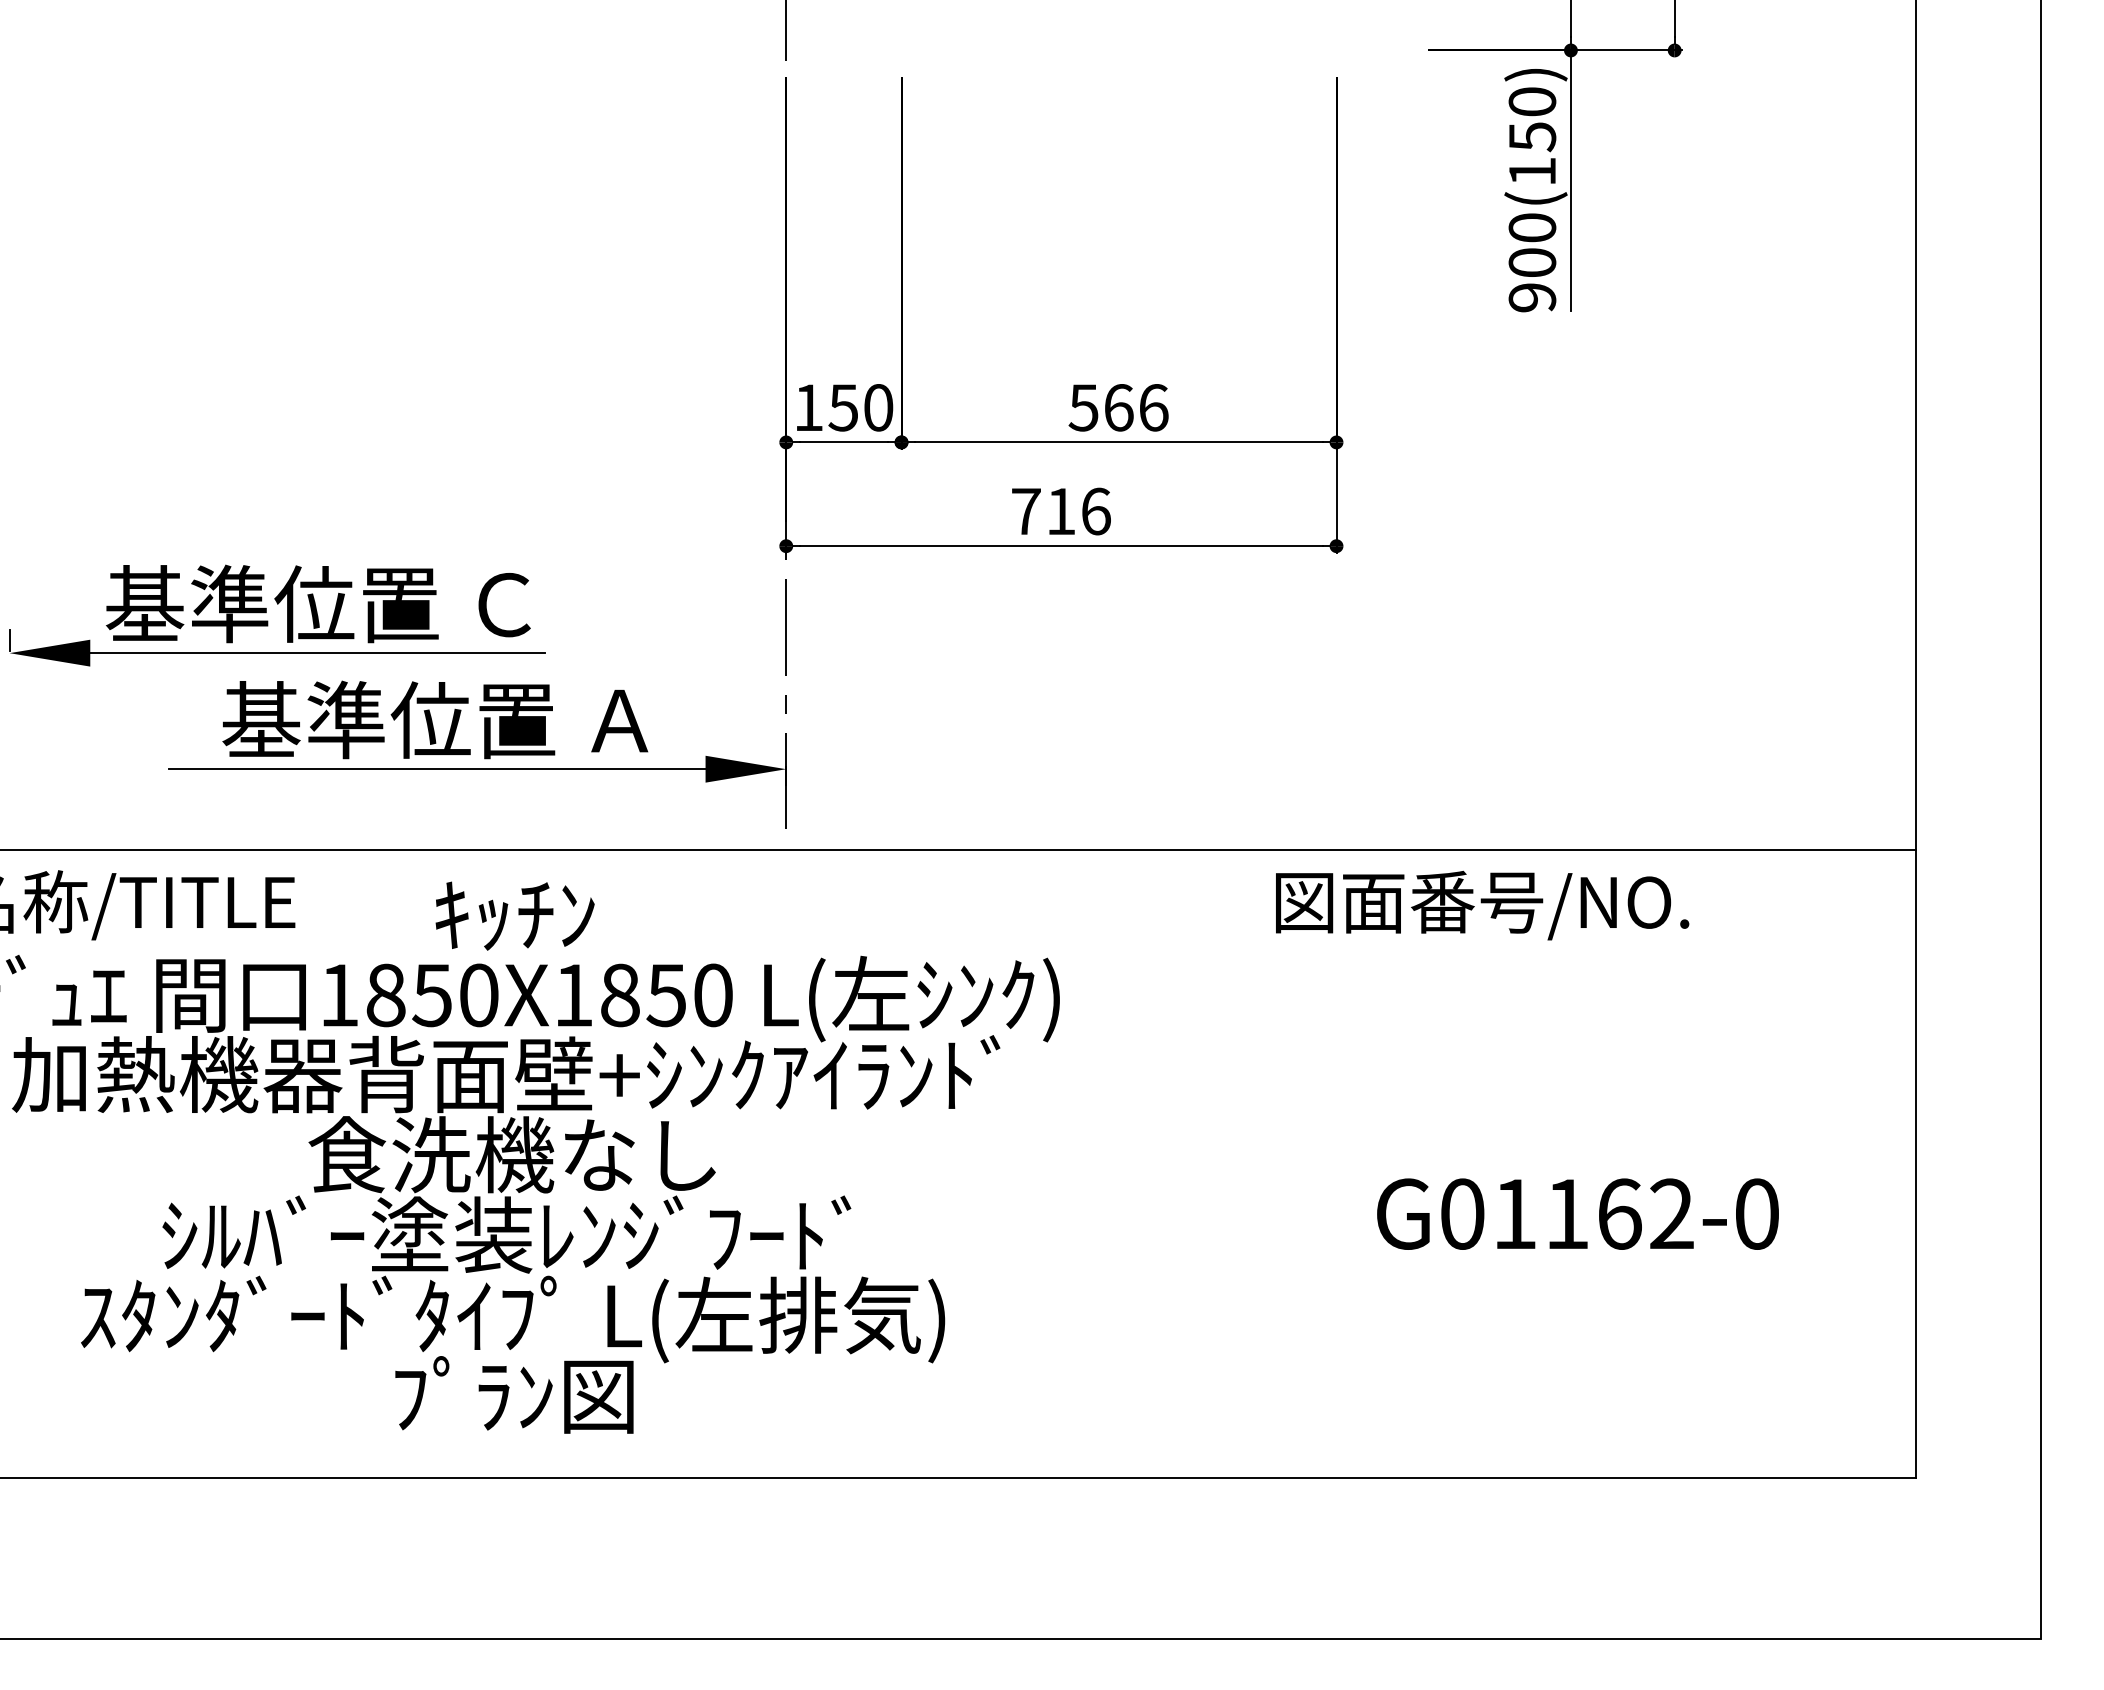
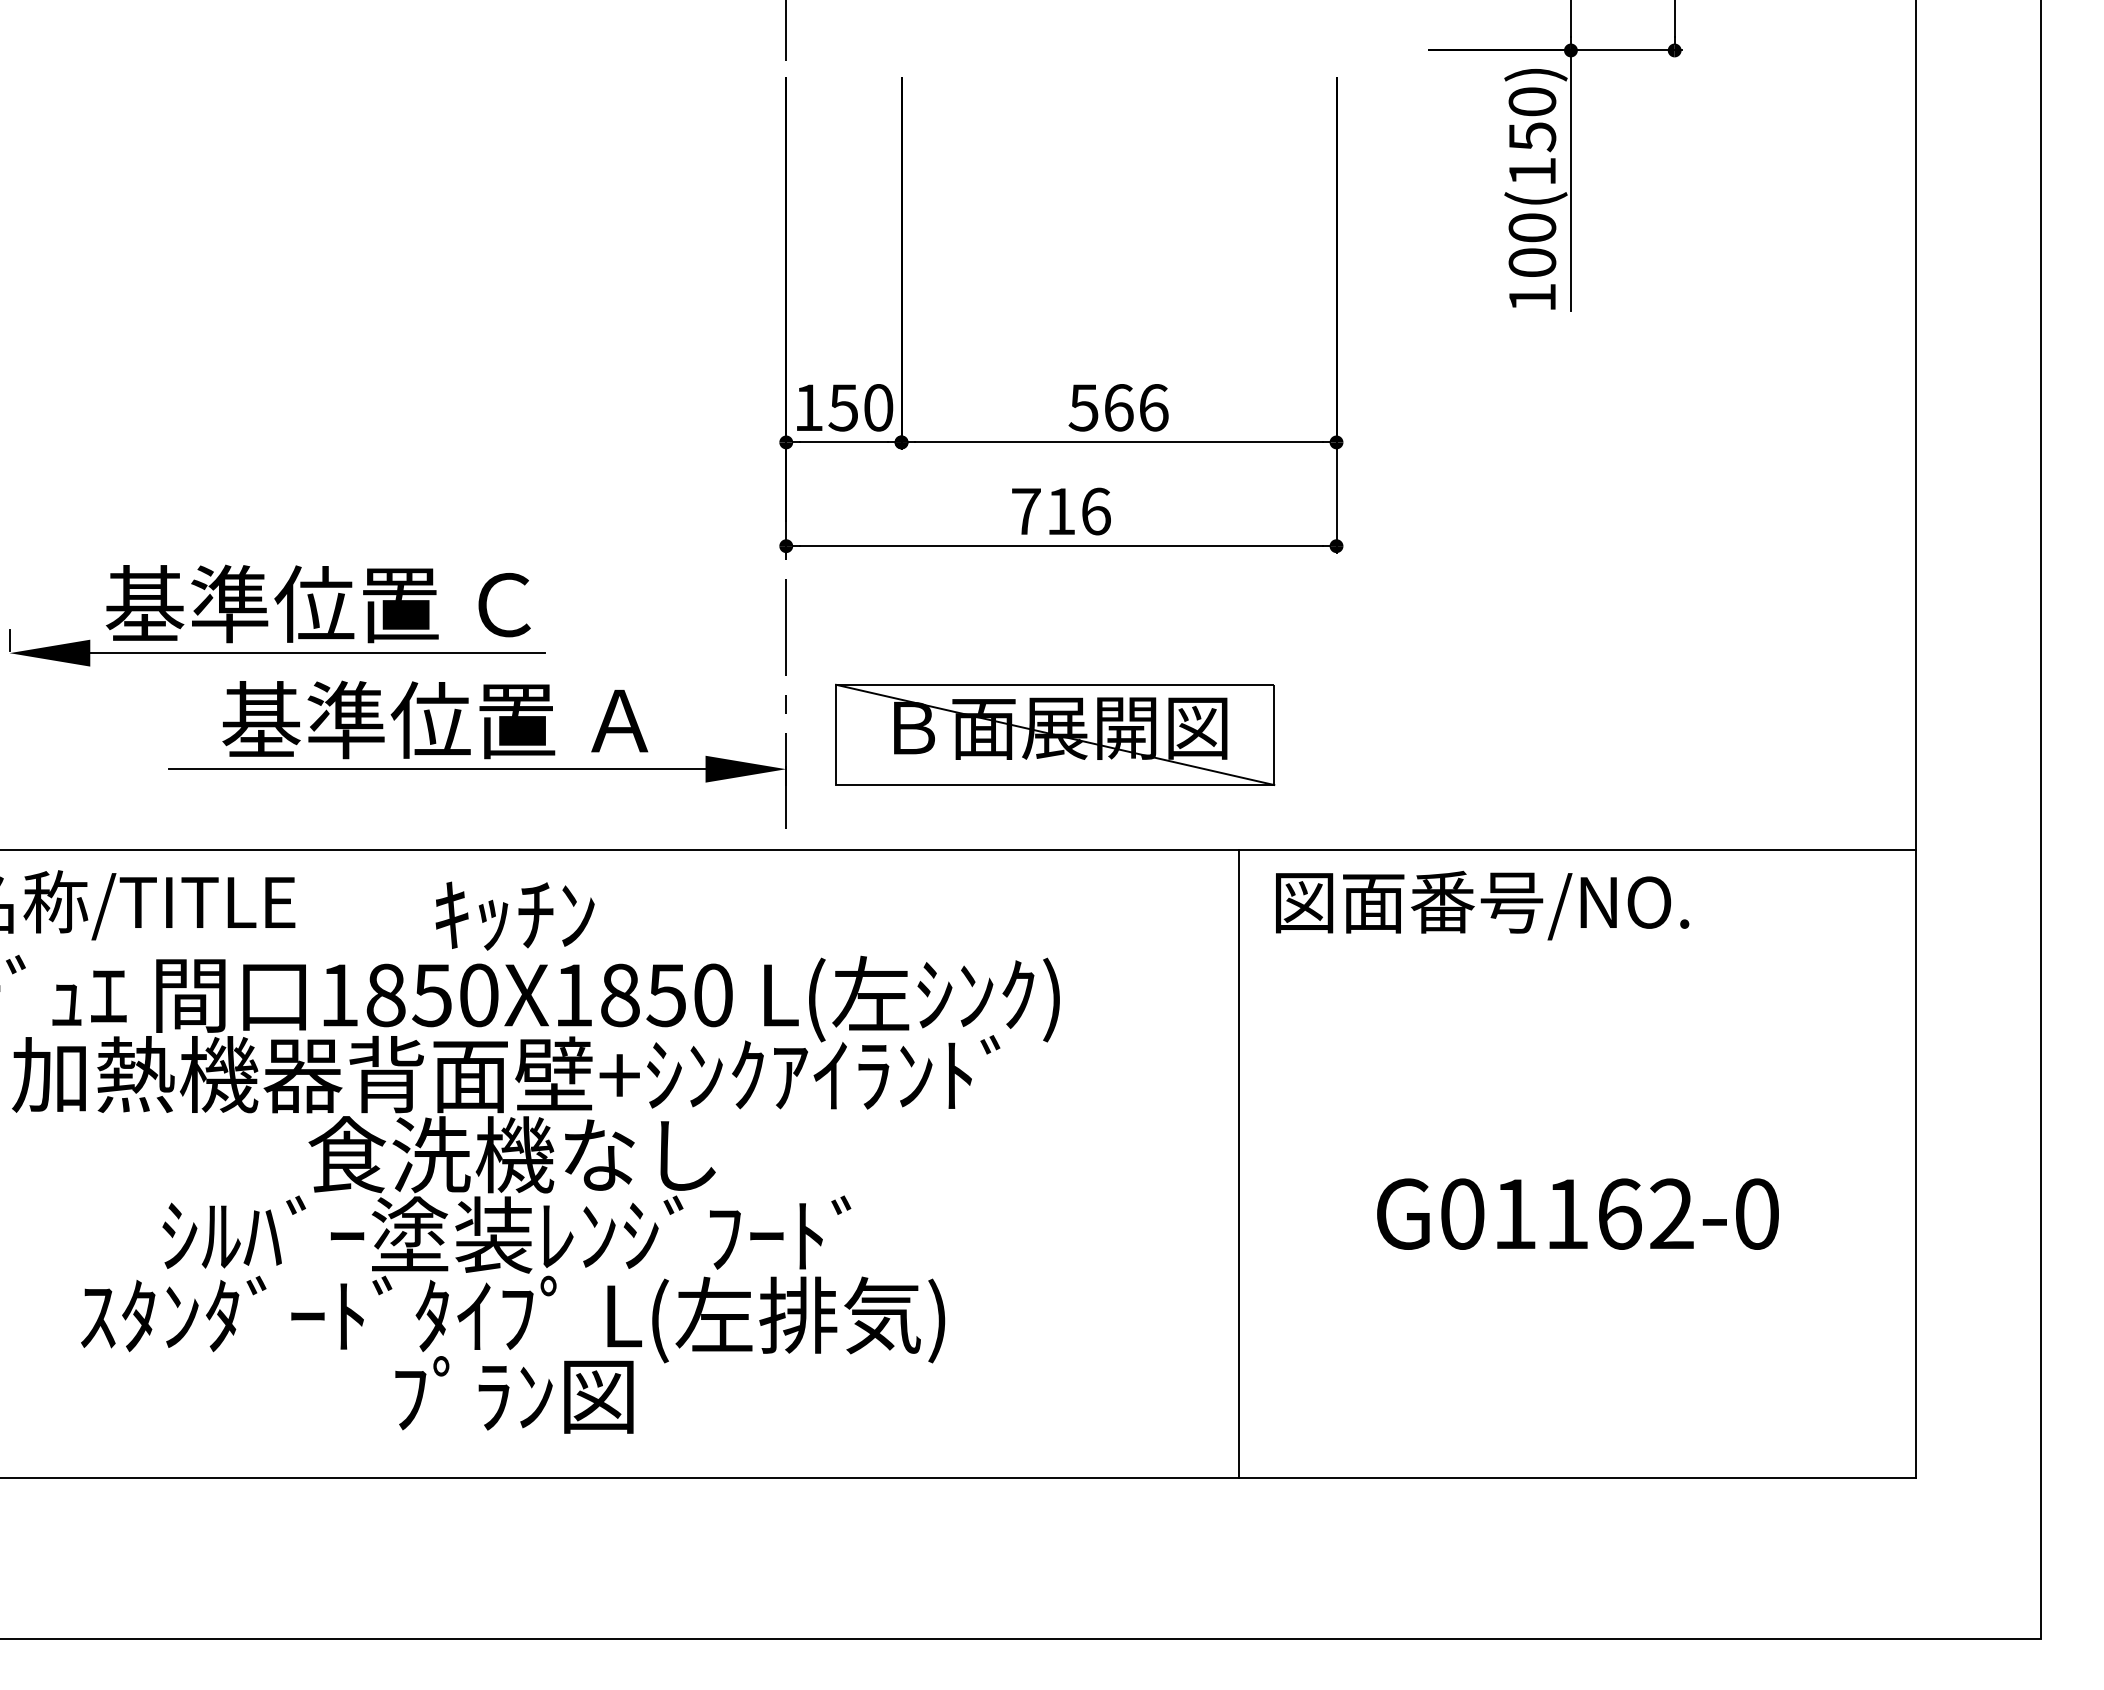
text at (1532, 297): 900(150) -> 100(150)
part at (1055, 734): none -> present
line at (1239, 1163): none -> present
